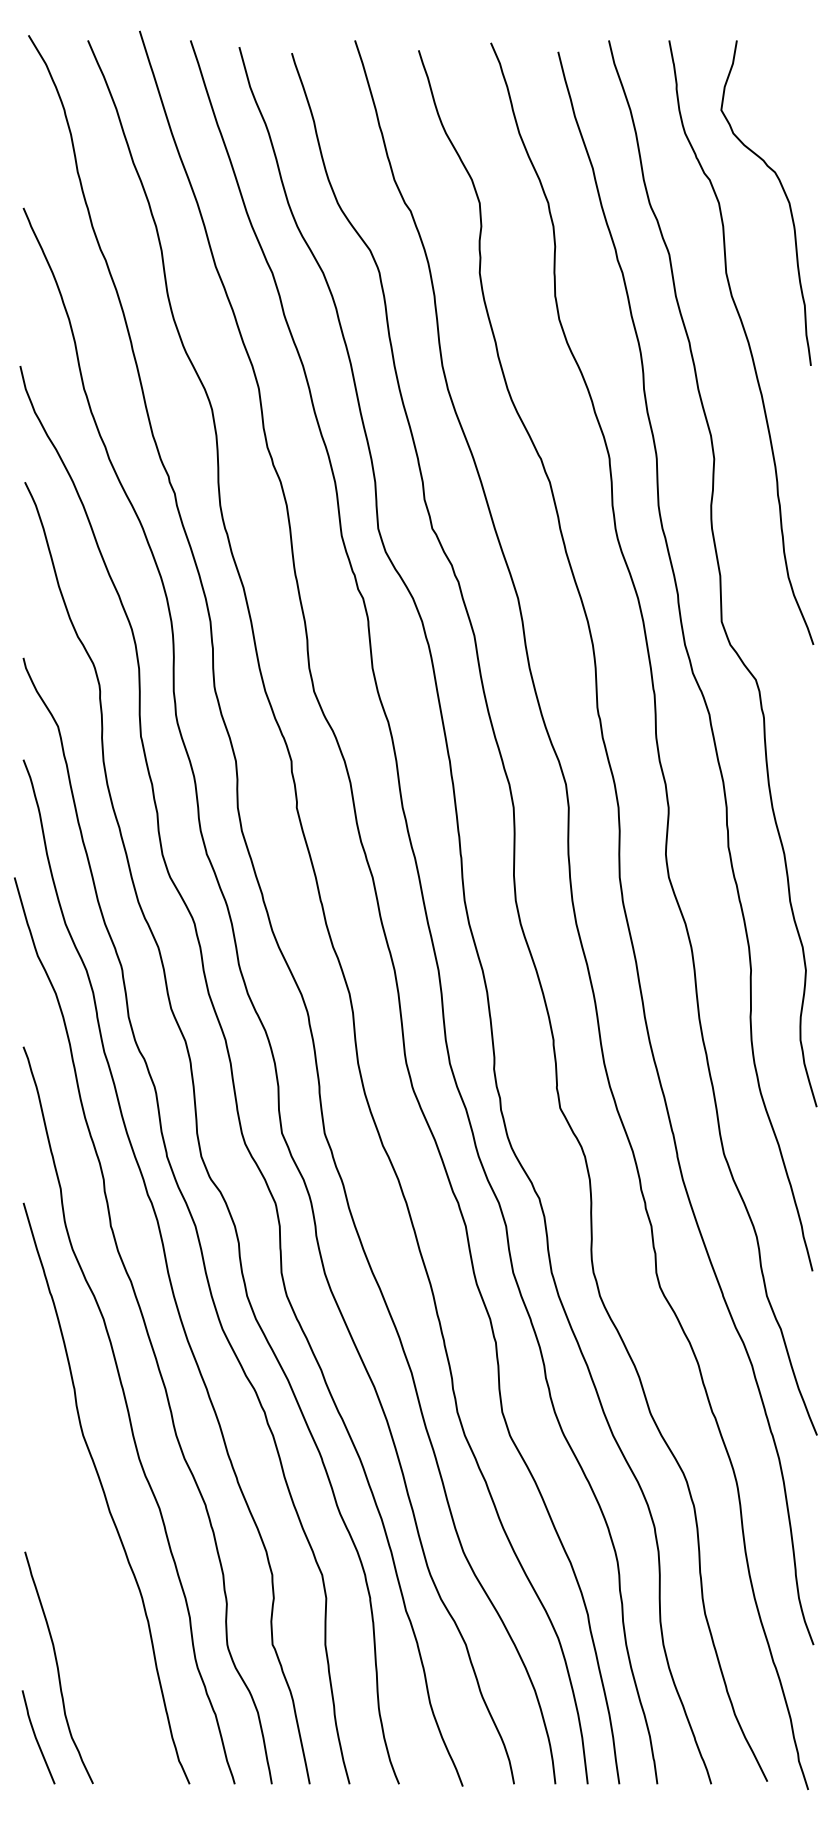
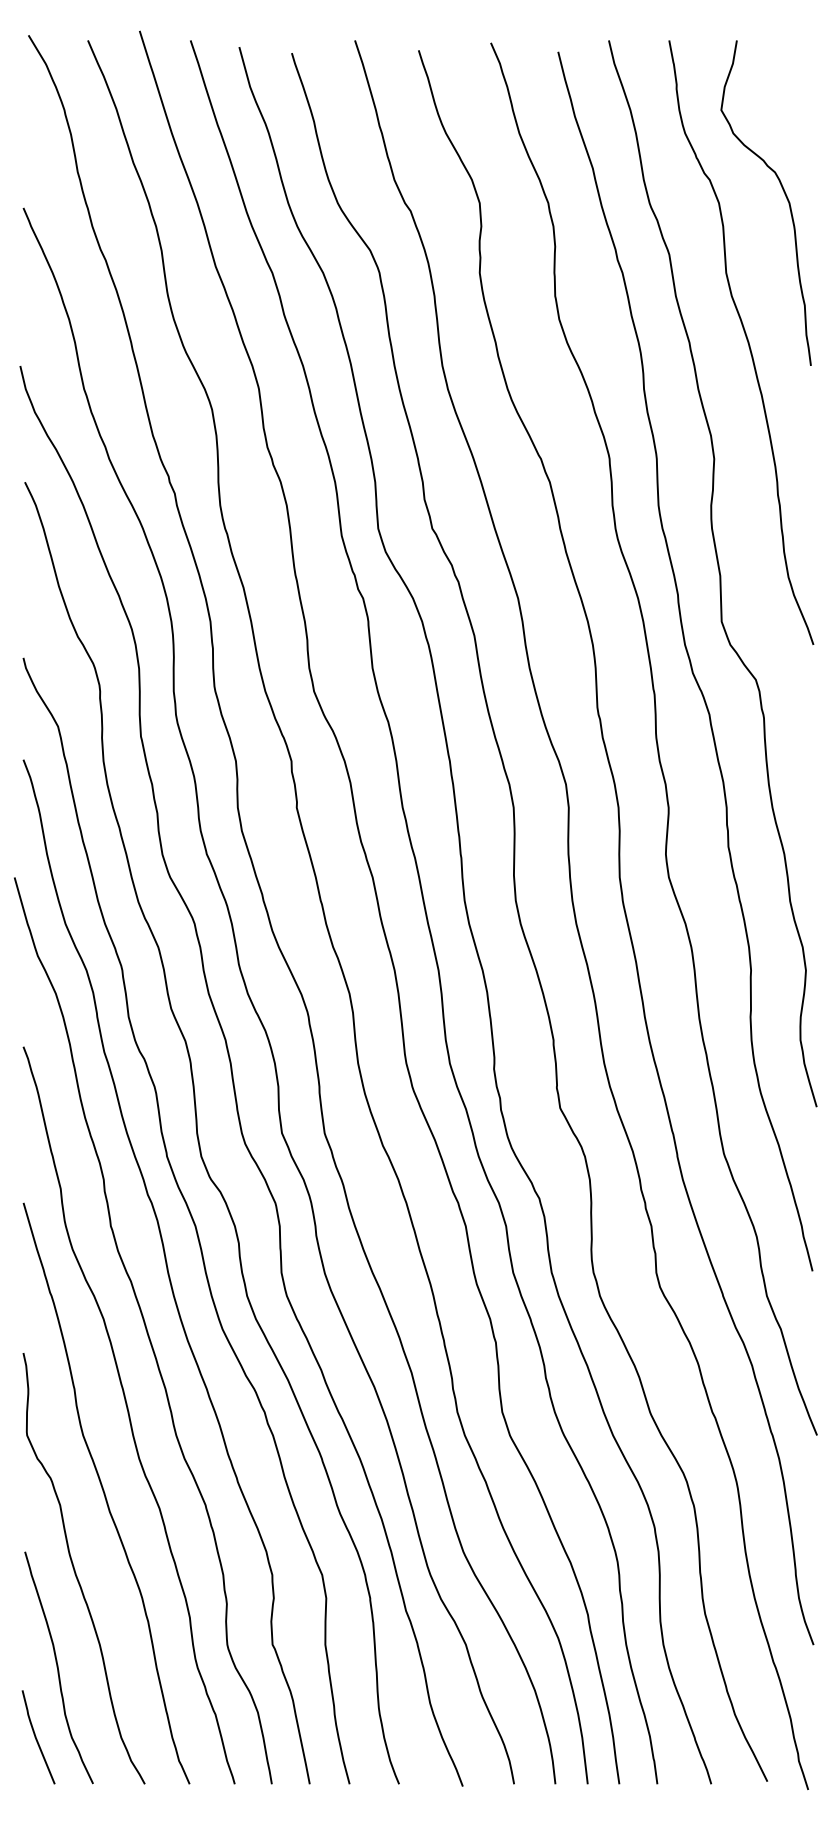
curve at (75, 1569): none -> present
